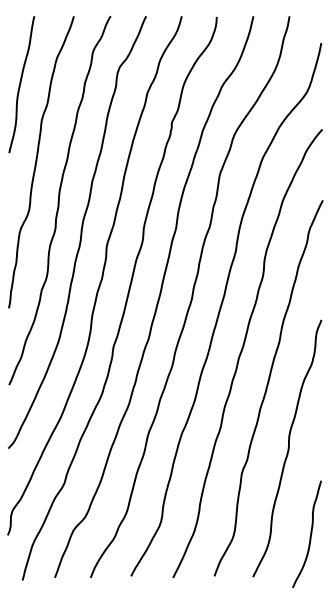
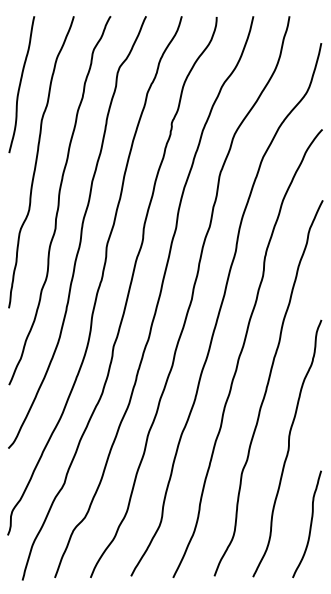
curve at (309, 536) position: (309, 536) -> (309, 526)
